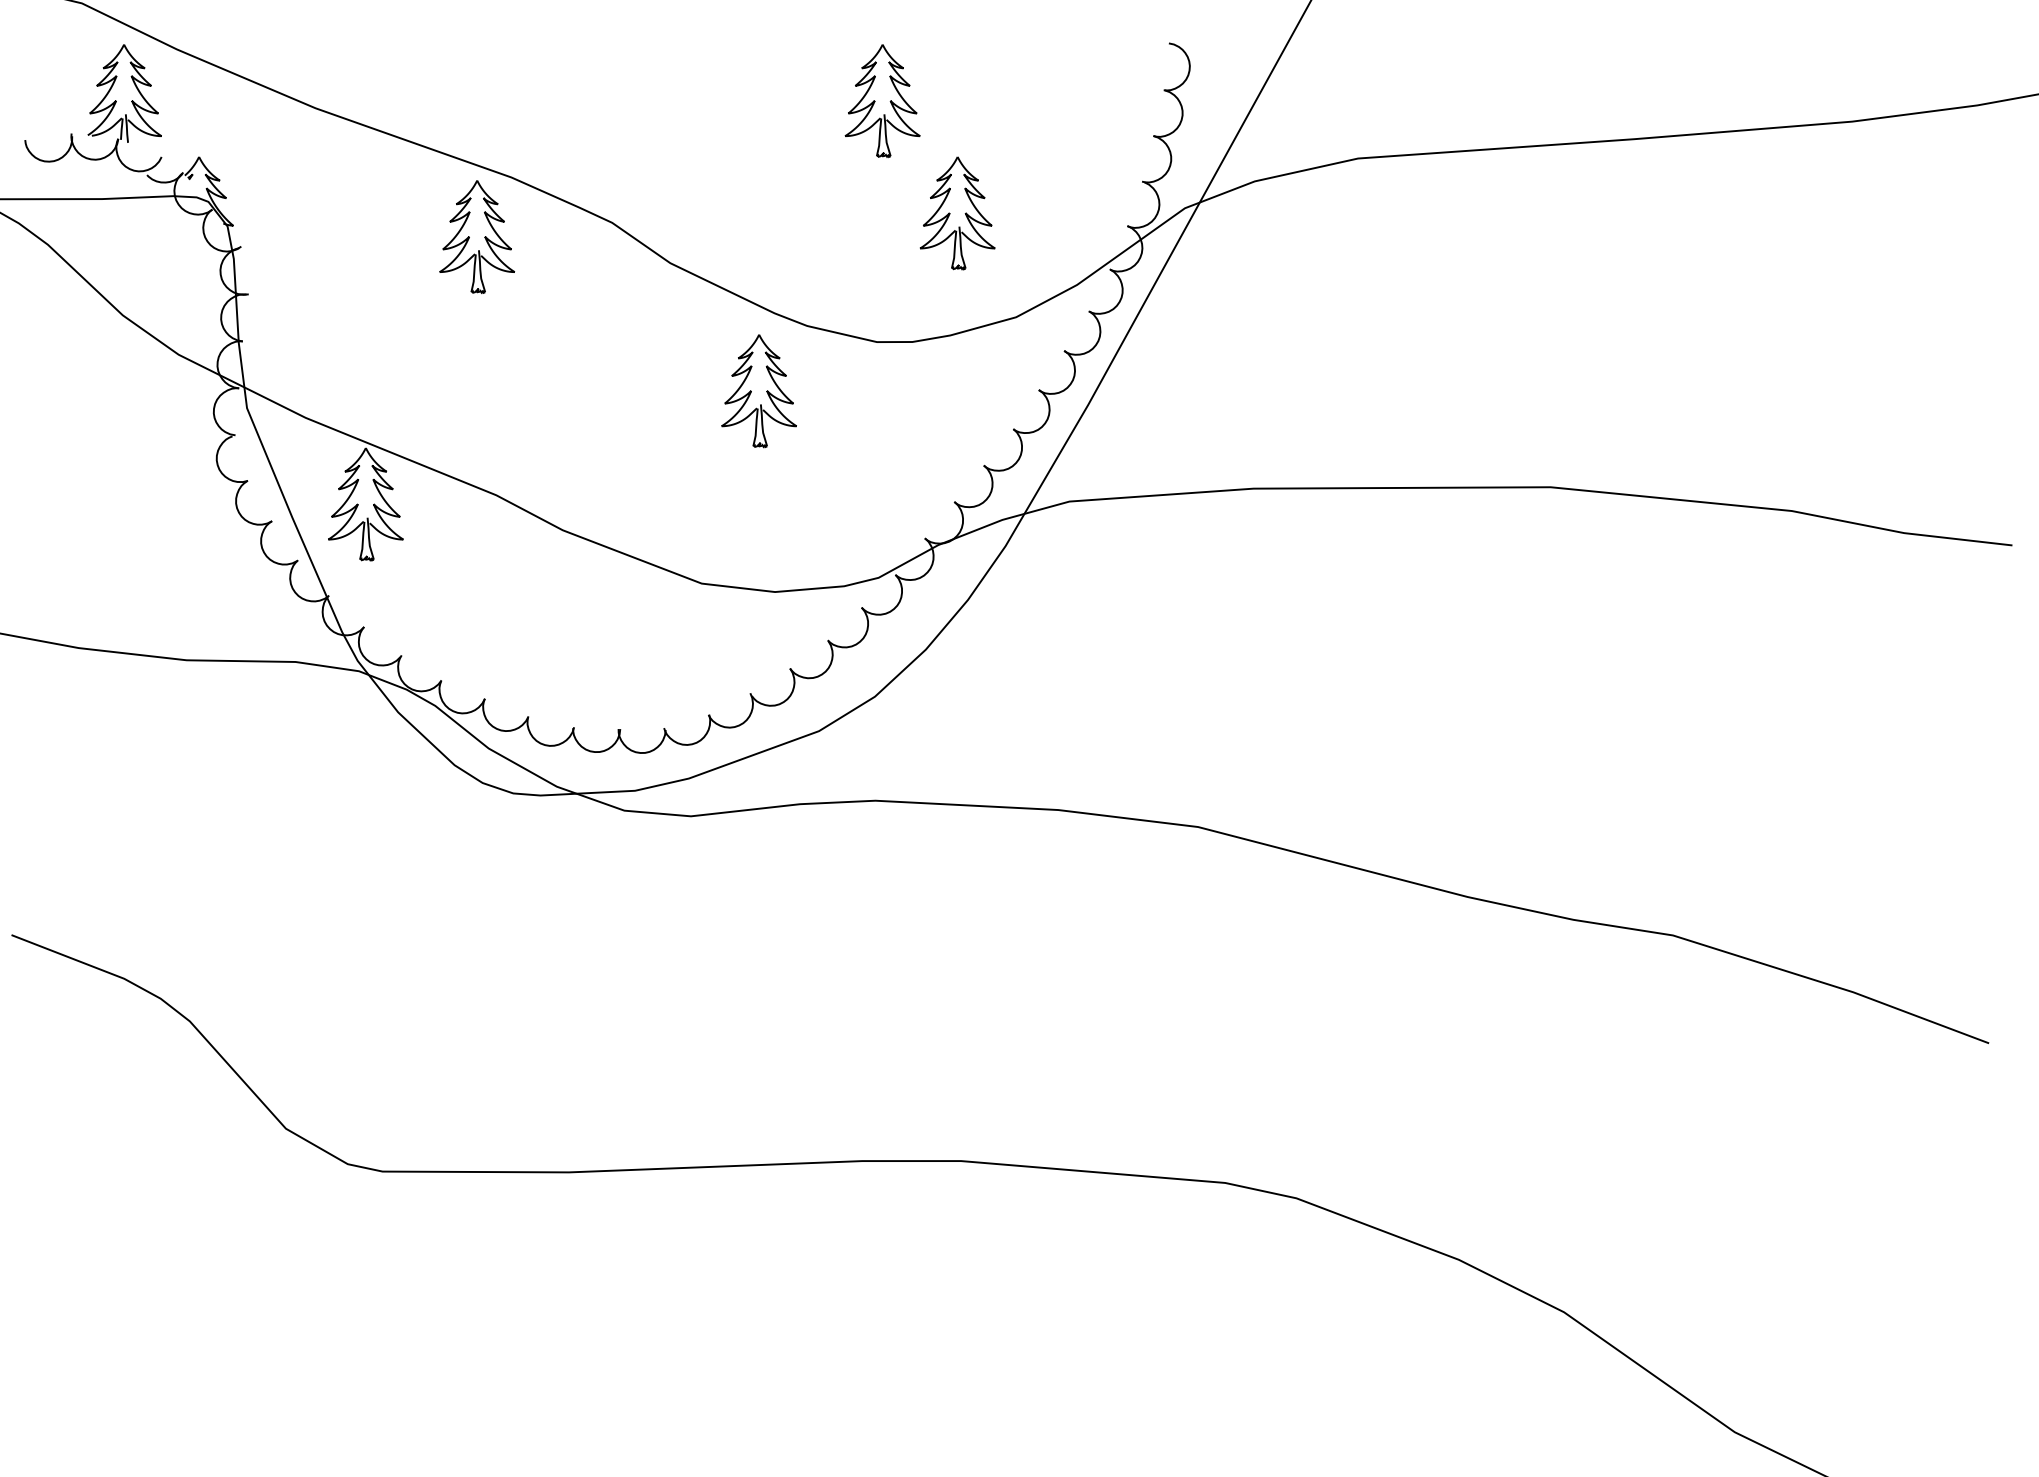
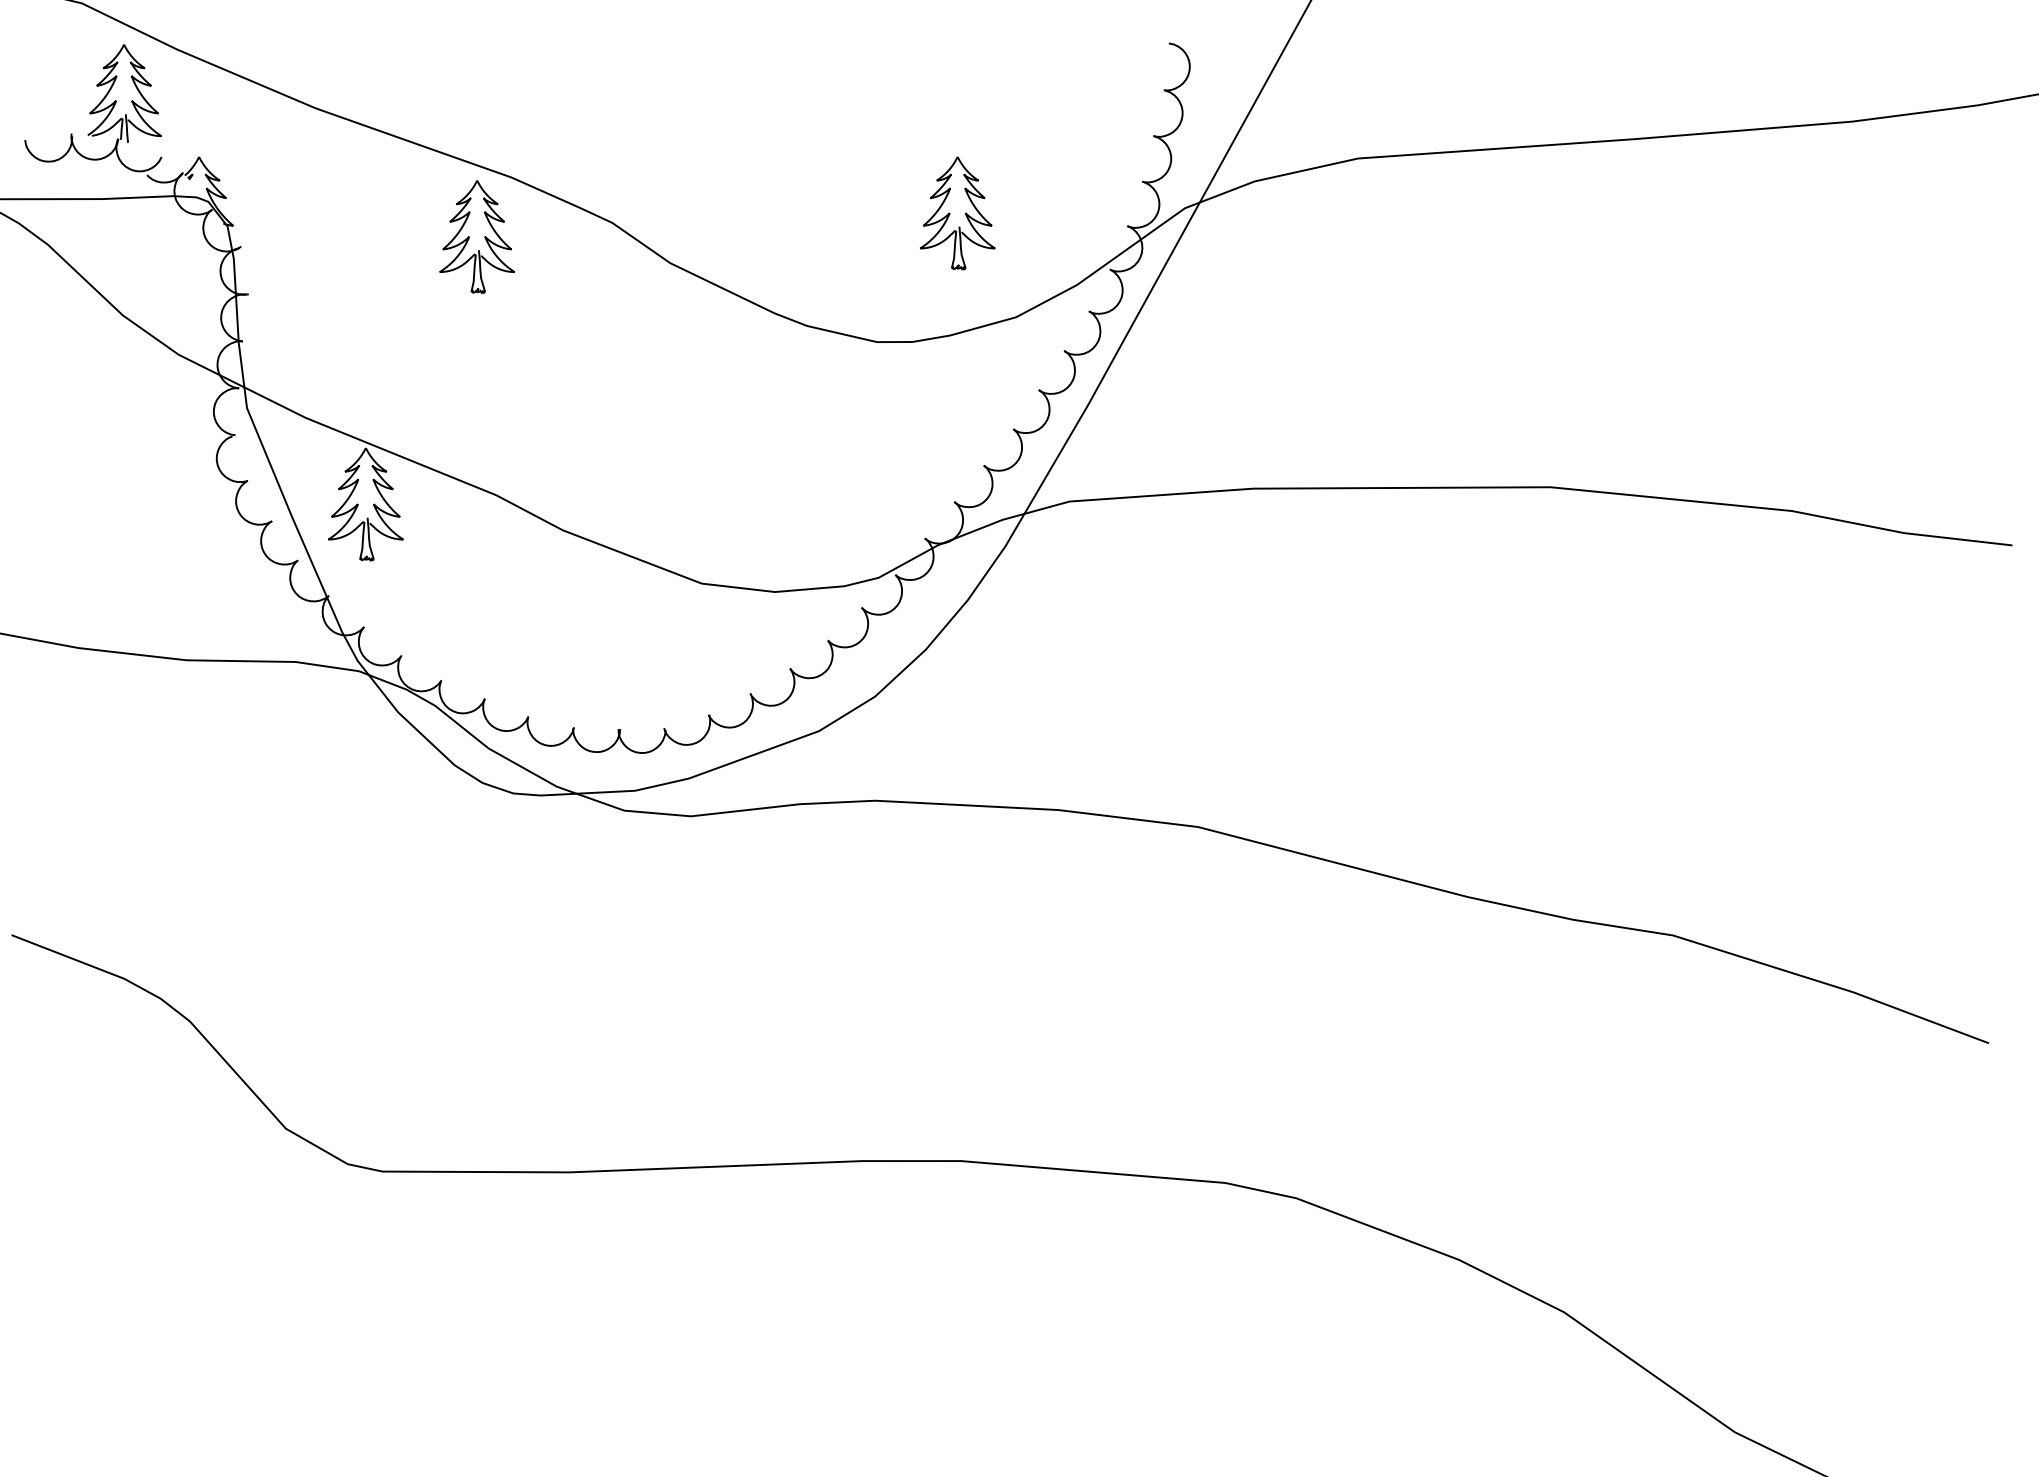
part at (882, 101): present -> none
part at (758, 391): present -> none
